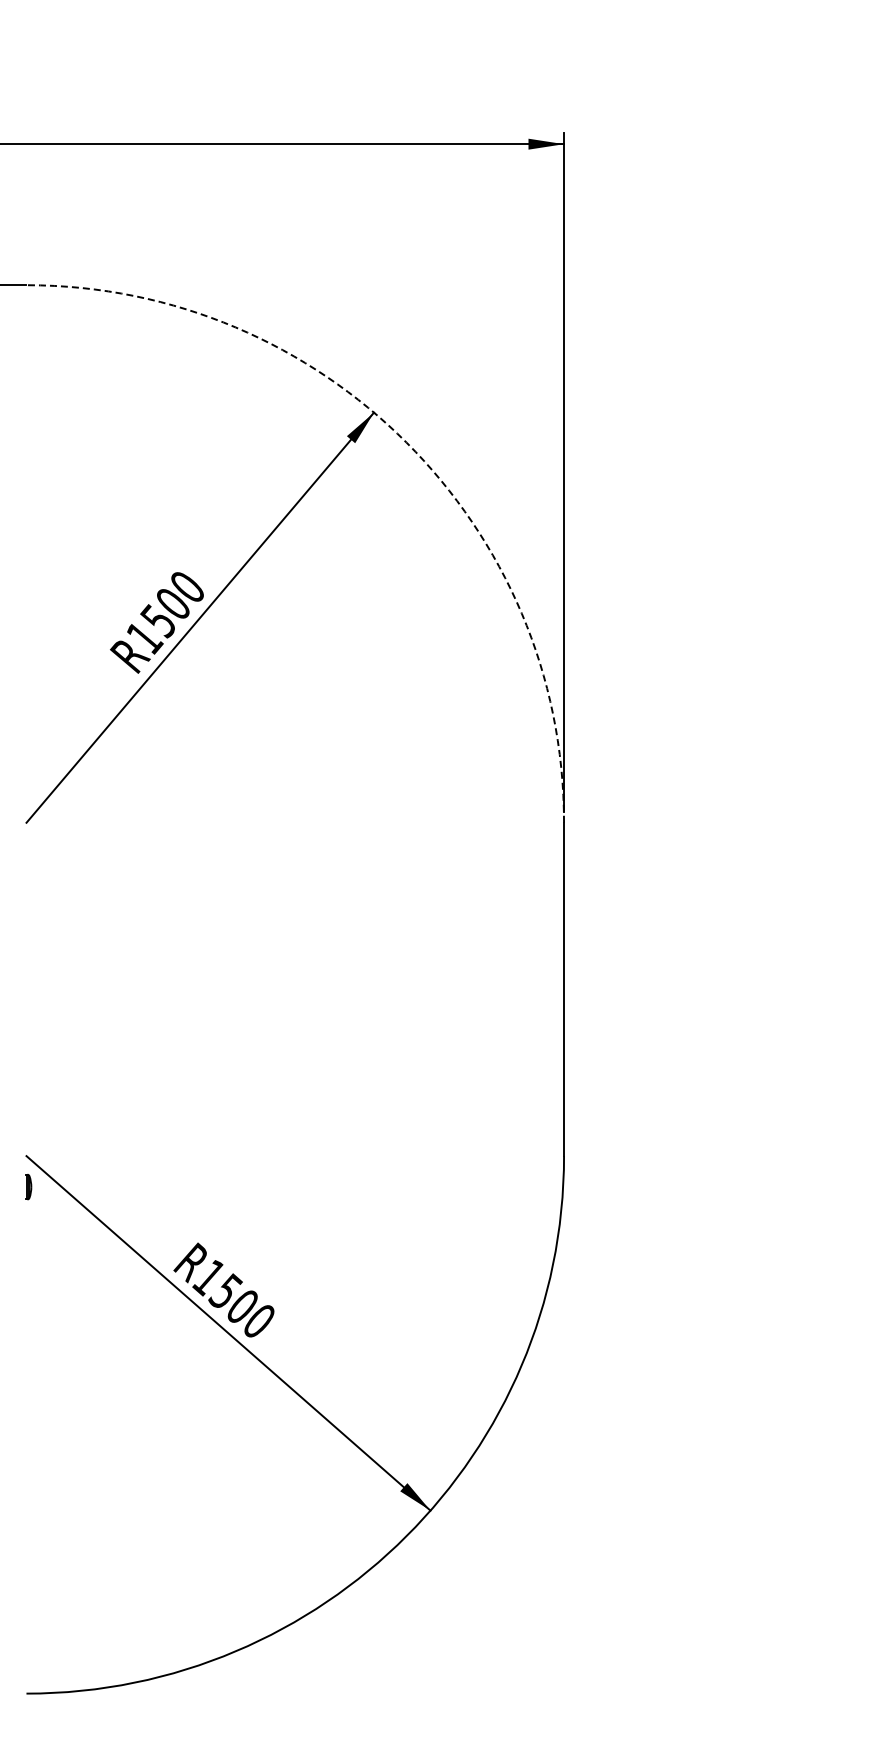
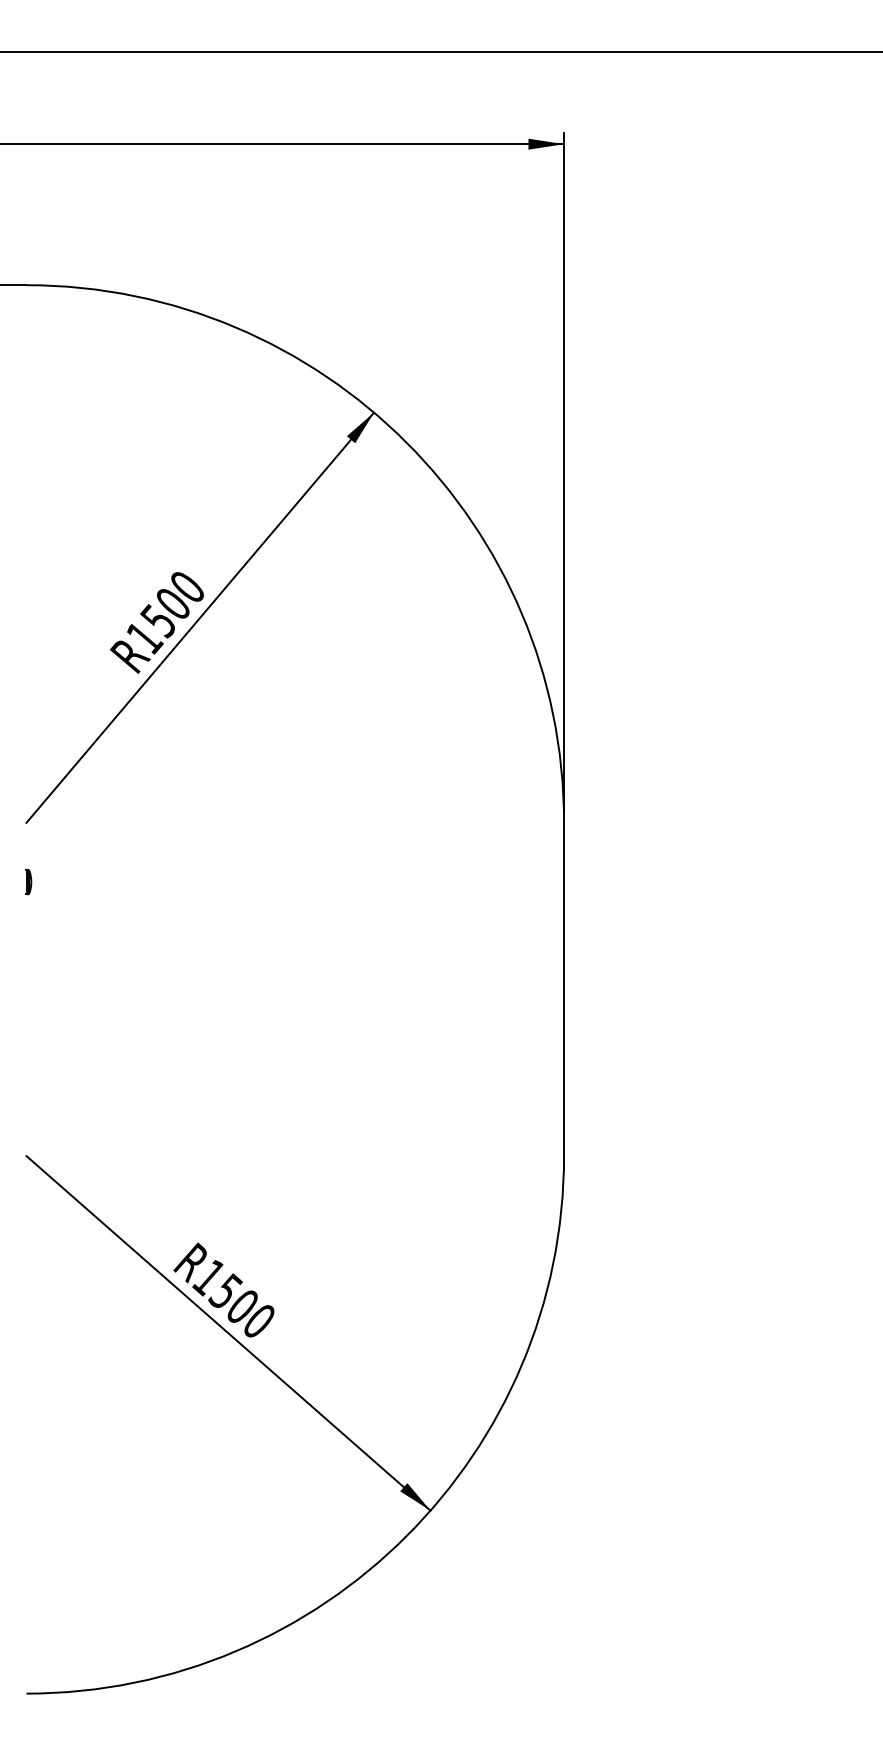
line at (440, 52): none -> present
arc at (406, 442): dashed -> solid
part at (28, 1187) position: (28, 1187) -> (28, 882)
